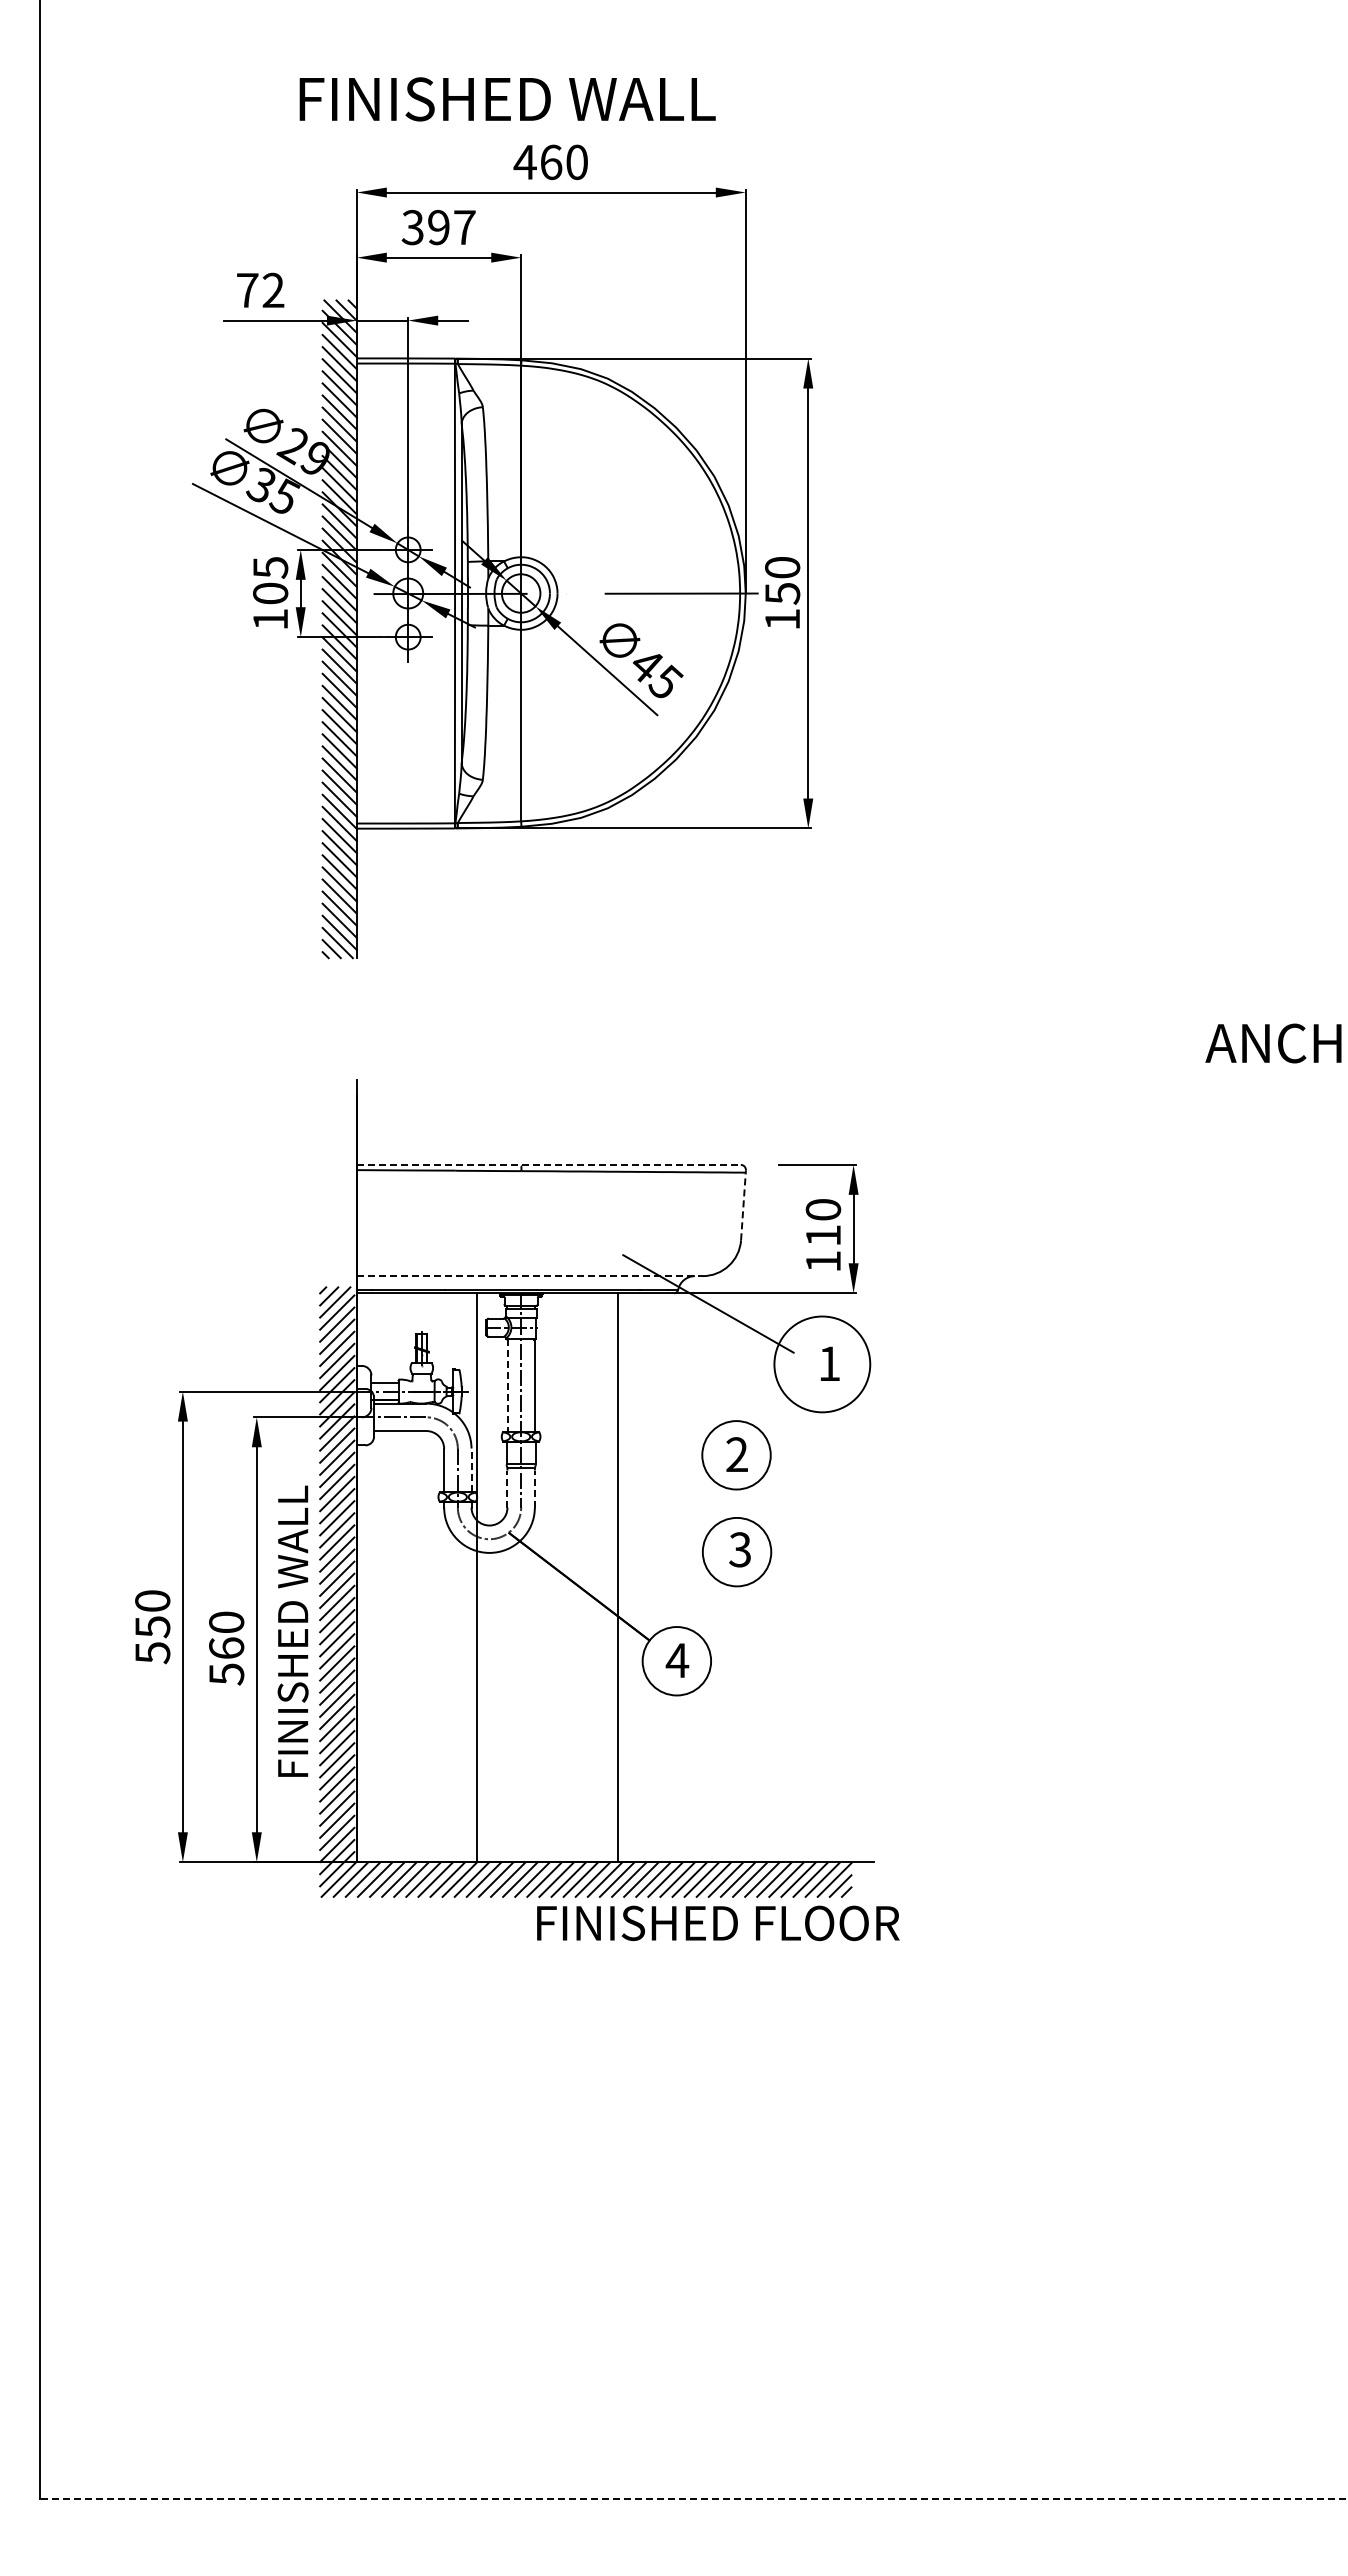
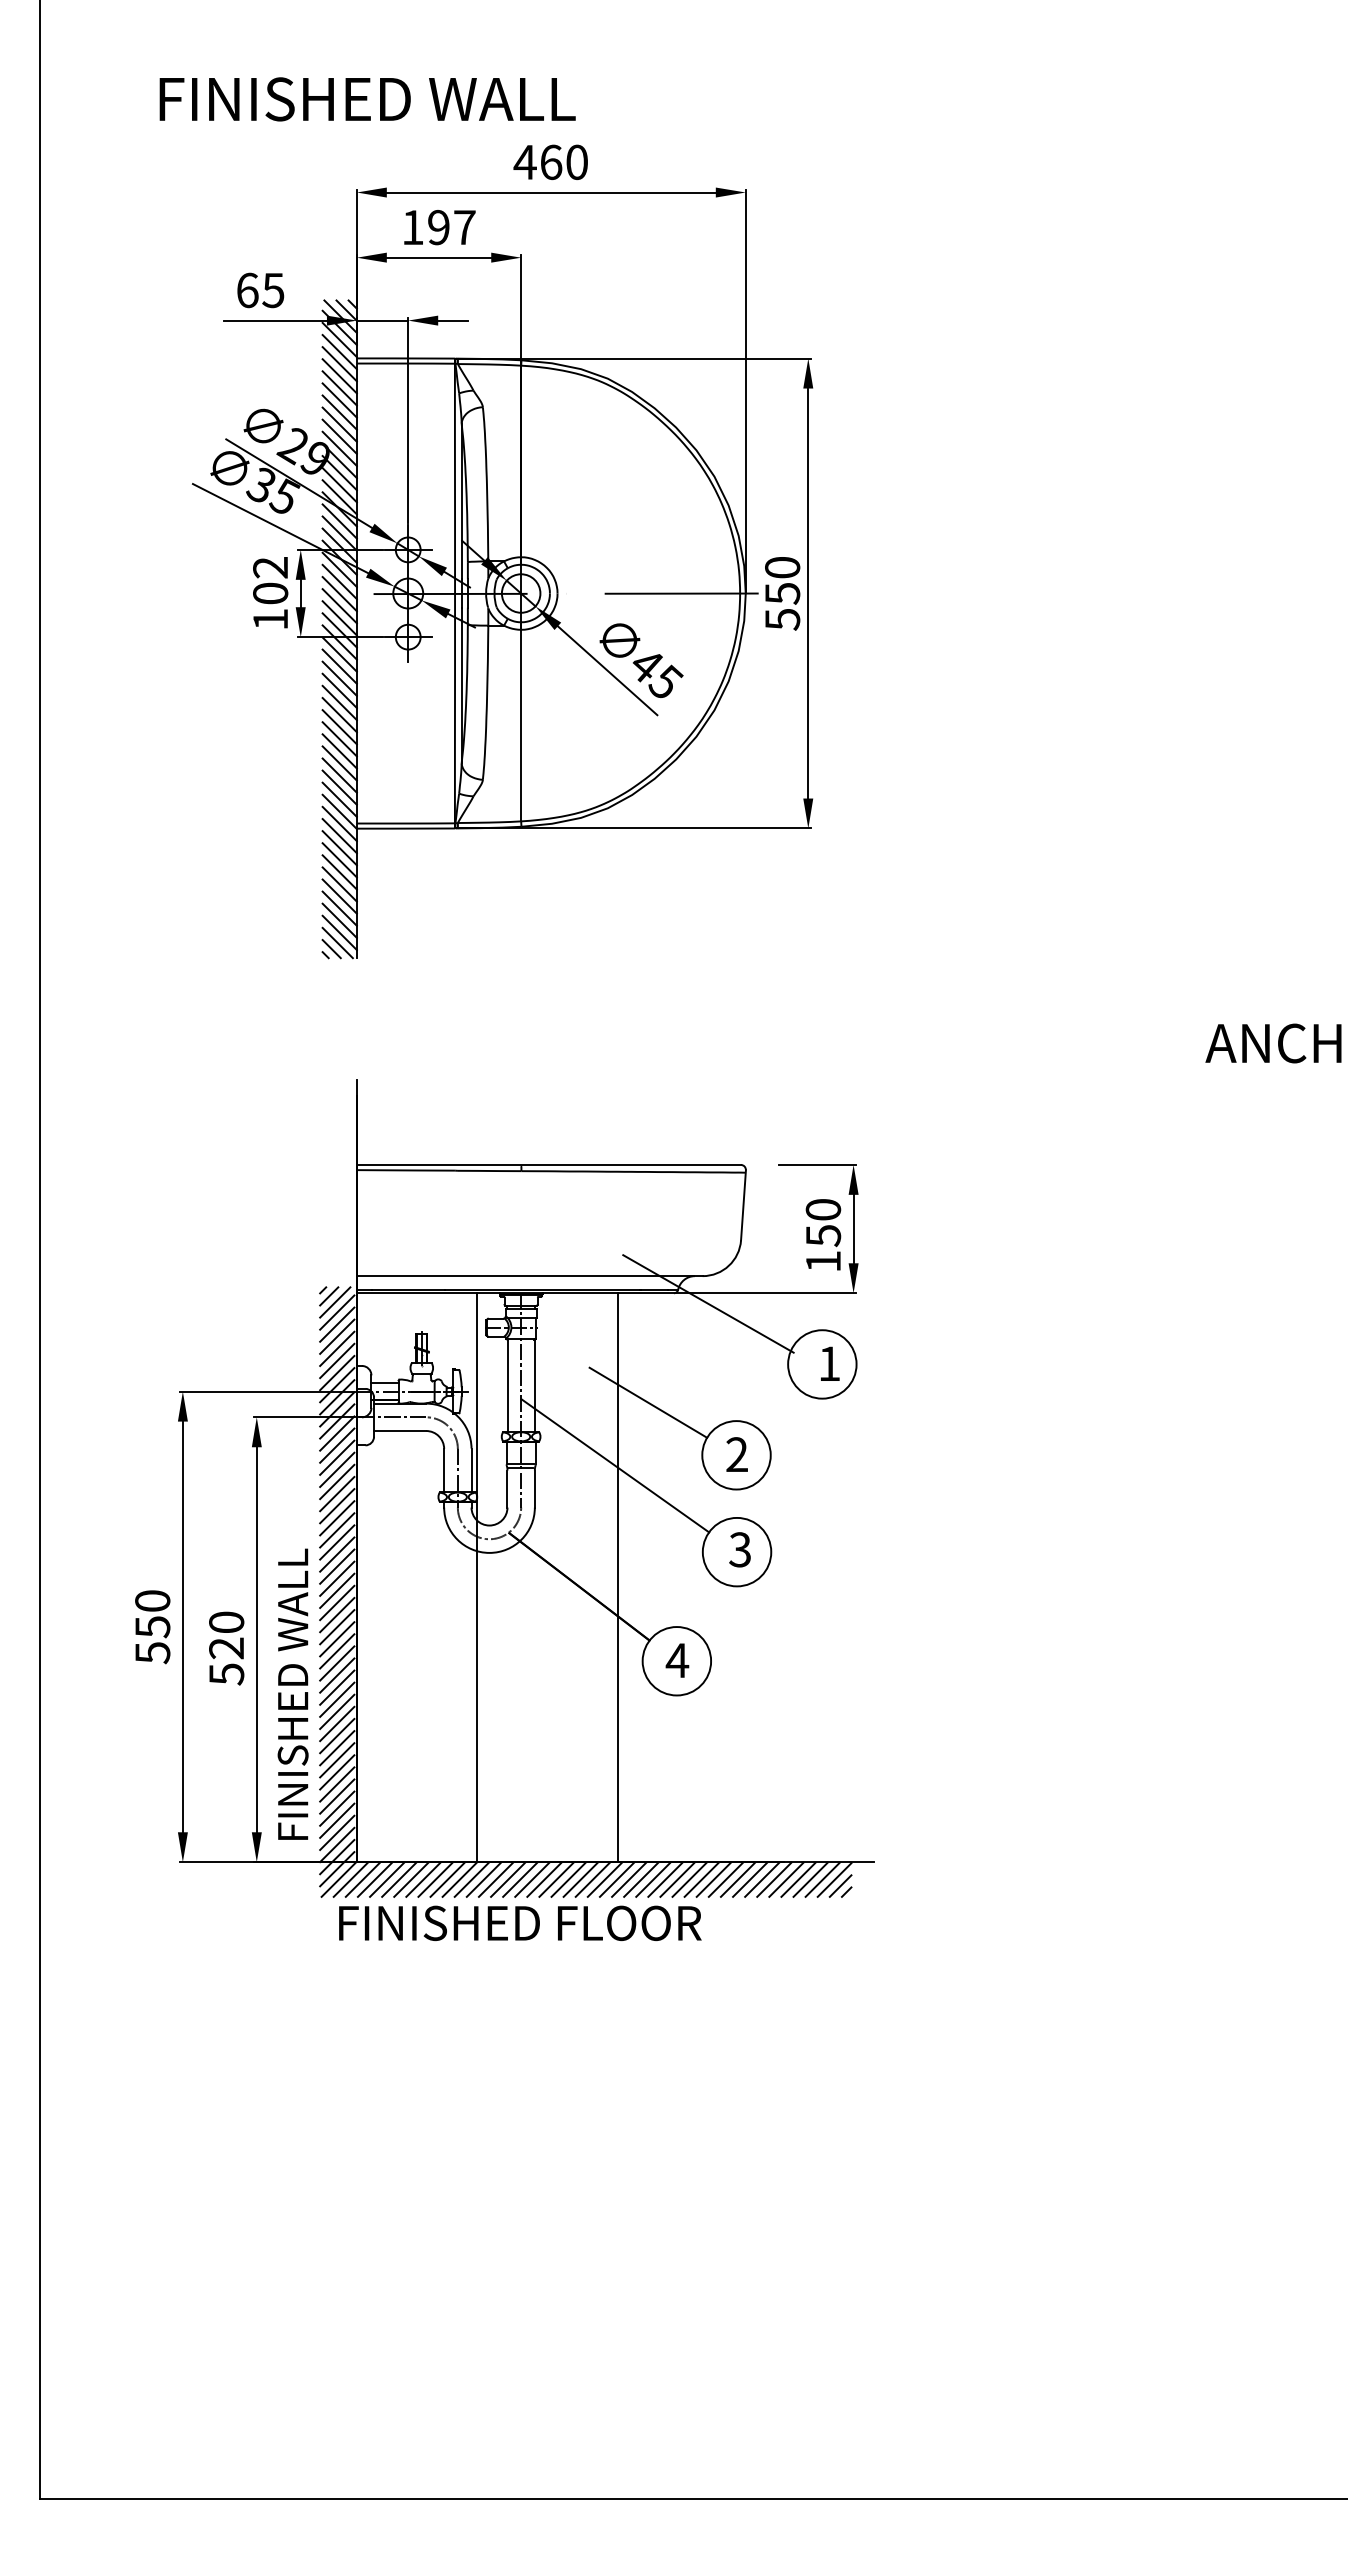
text at (507, 99) position: (507, 99) -> (367, 99)
text at (412, 227): 397 -> 197
text at (260, 290): 72 -> 65
text at (270, 568): 105 -> 102
text at (782, 619): 150 -> 550
line at (548, 1164): dashed -> solid
line at (743, 1204): dashed -> solid
text at (823, 1236): 110 -> 150
line at (529, 1276): dashed -> solid
circle at (822, 1364) diameter: 96 px -> 68 px
line at (507, 1385): dashed -> solid
line at (648, 1402): none -> present
line at (615, 1465): none -> present
line at (471, 1470): dashed -> solid
line at (507, 1489): dashed -> solid
line at (534, 1489): dashed -> solid
text at (292, 1630) position: (292, 1630) -> (292, 1693)
text at (226, 1648): 560 -> 520
text at (718, 1922) position: (718, 1922) -> (520, 1922)
line at (693, 2498): dashed -> solid
